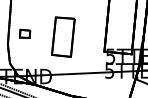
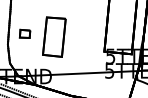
part at (63, 36) position: (63, 36) -> (54, 36)
